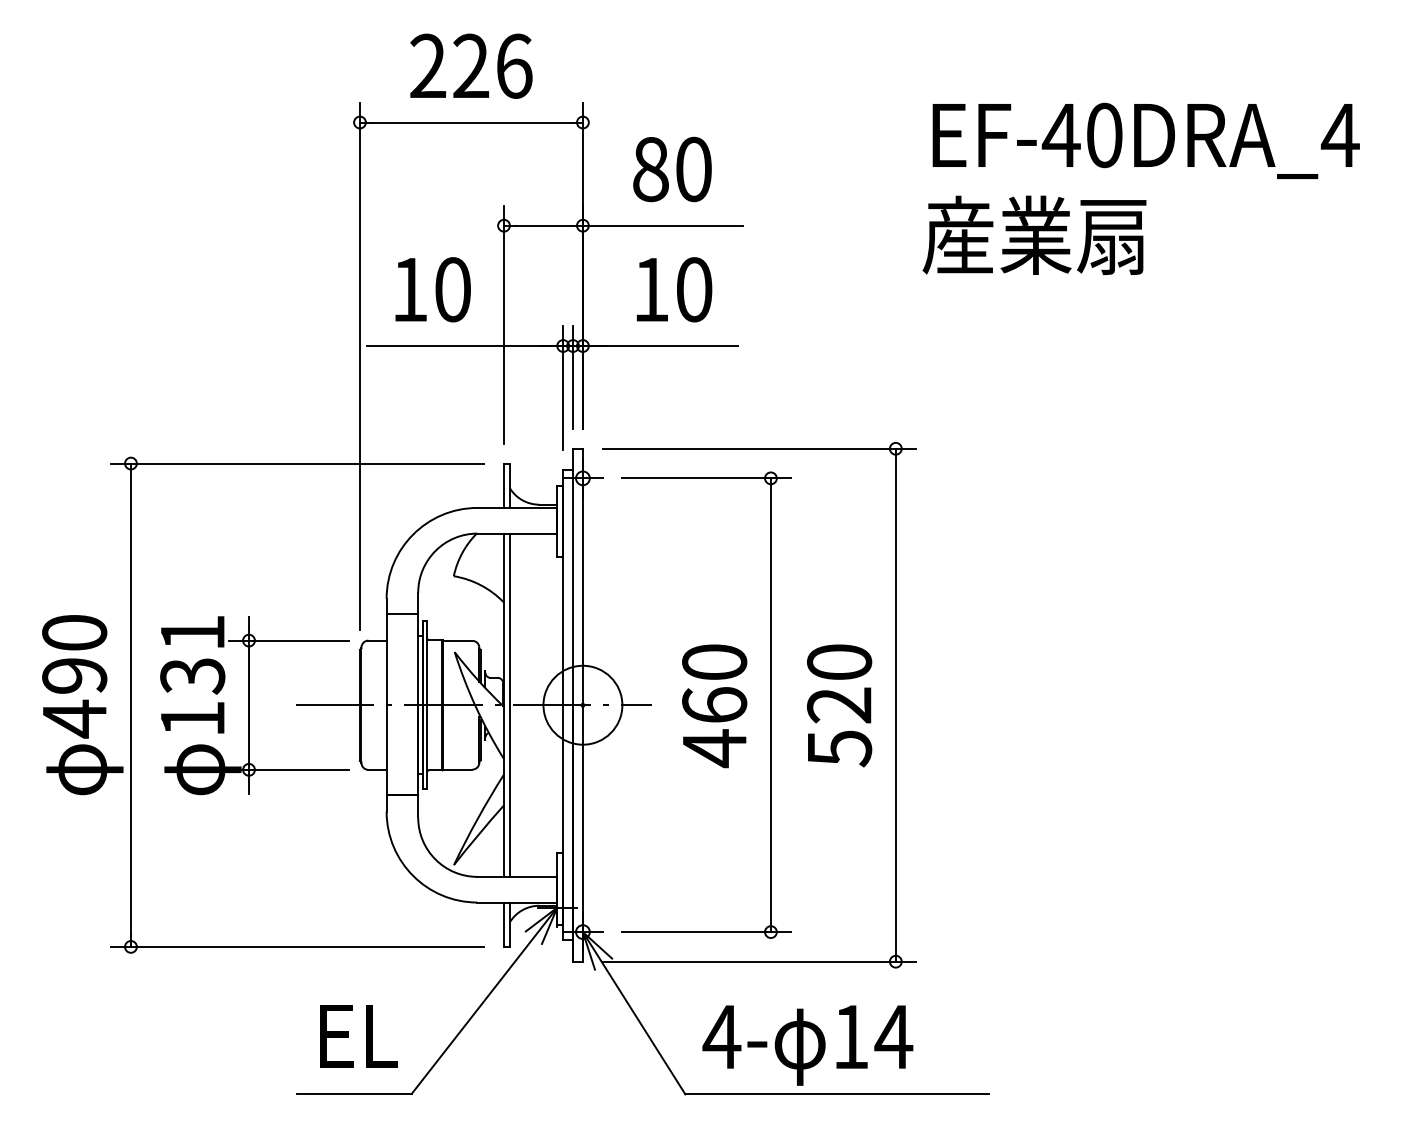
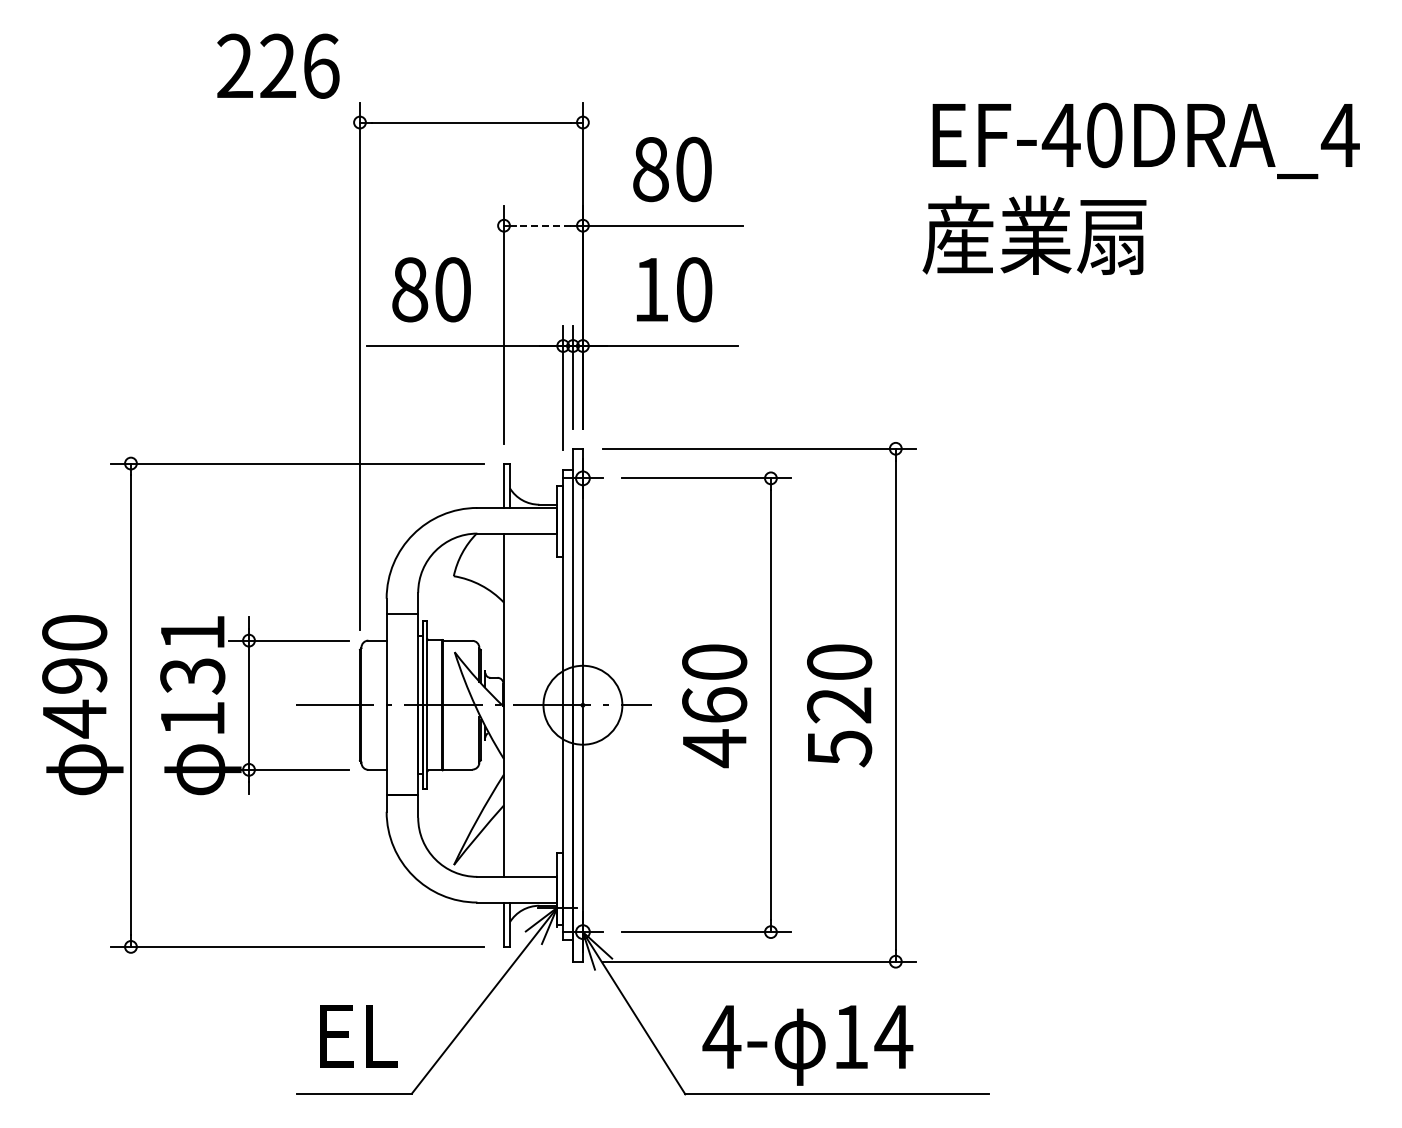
text at (471, 65) position: (471, 65) -> (278, 65)
line at (543, 225): solid -> dashed
text at (410, 289): 10 -> 80
line at (509, 704): present -> none
